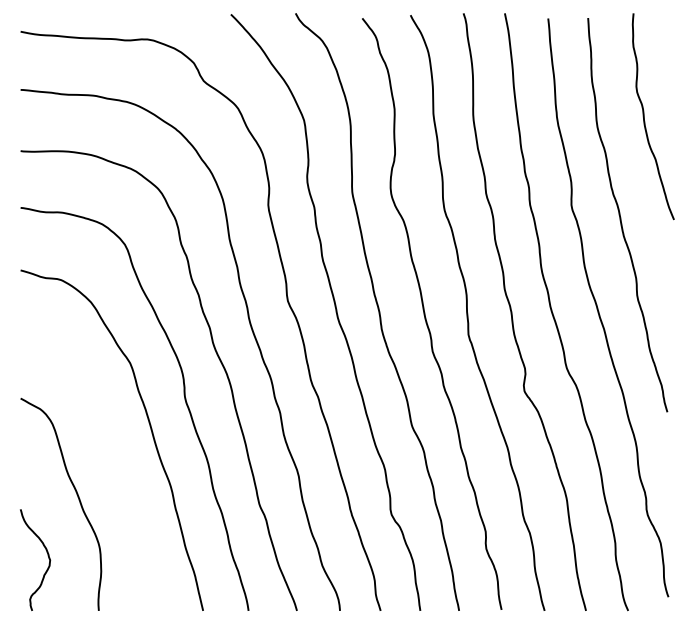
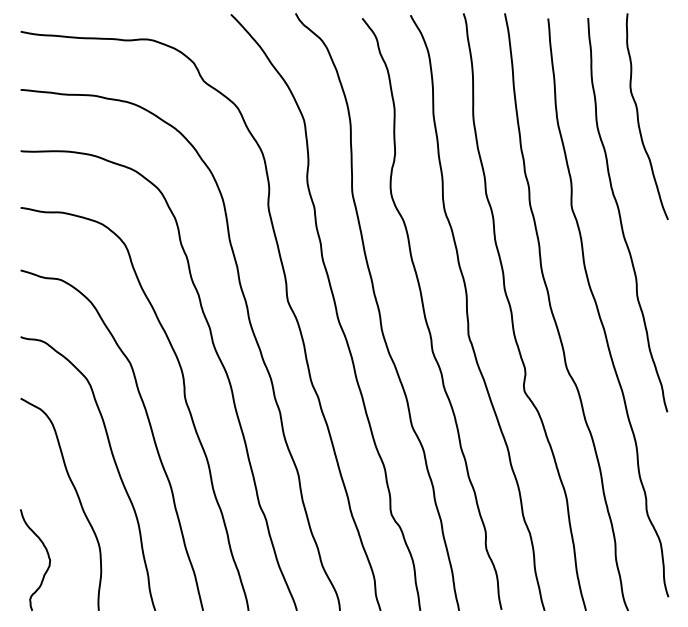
curve at (644, 116) position: (644, 116) -> (638, 116)
curve at (114, 463): none -> present
